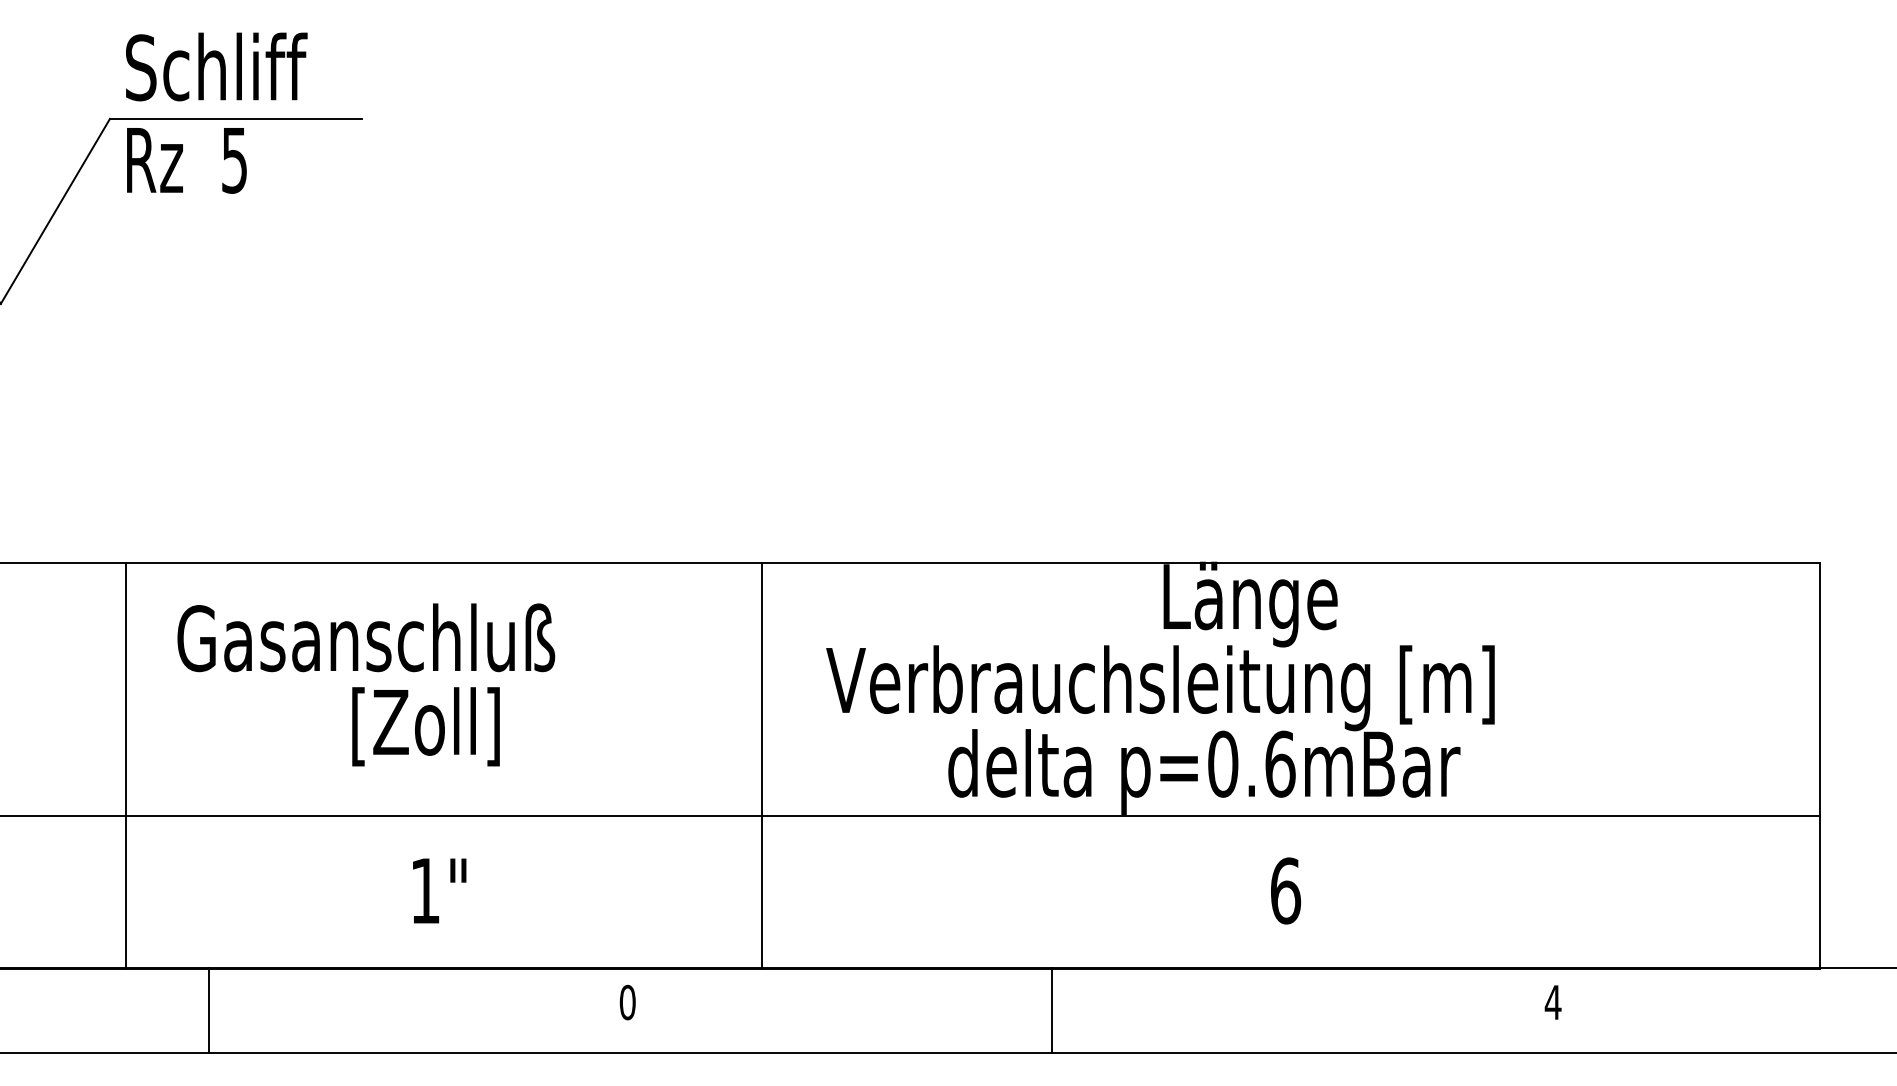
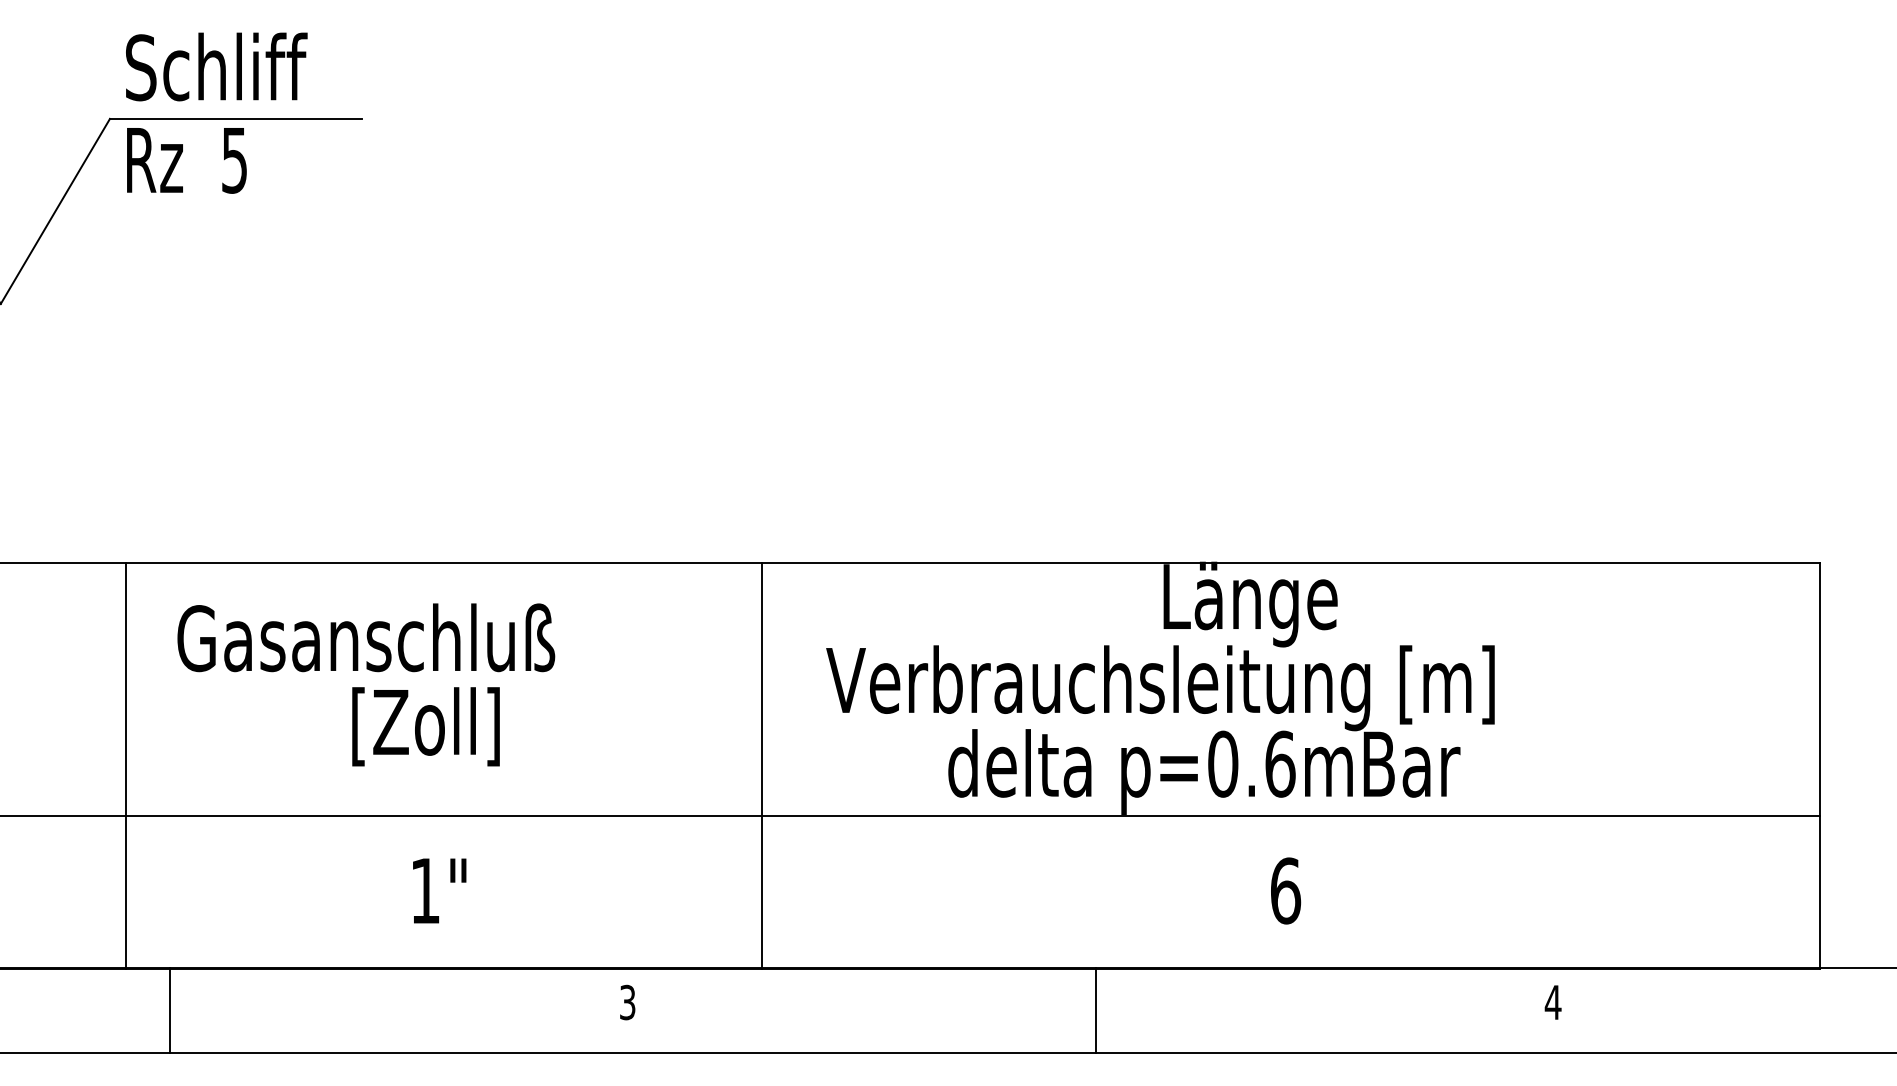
text at (627, 1002): 0 -> 3
line at (209, 1010) position: (209, 1010) -> (170, 1010)
line at (1051, 1010) position: (1051, 1010) -> (1095, 1010)
